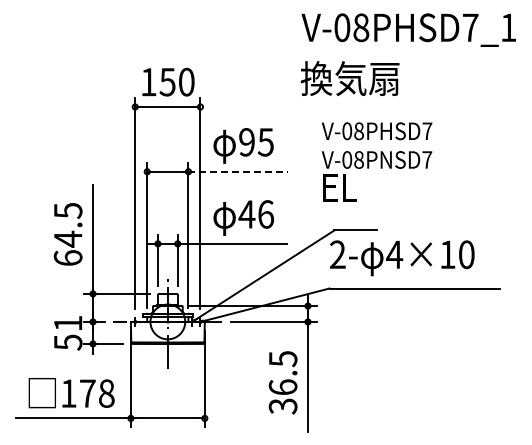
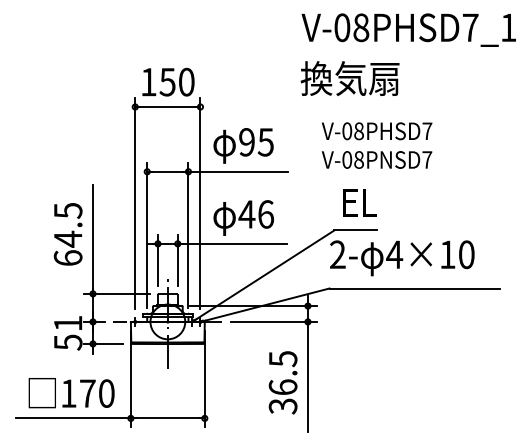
line at (238, 171): dashed -> solid
text at (339, 187) position: (339, 187) -> (359, 202)
text at (106, 393): 178 -> 170
